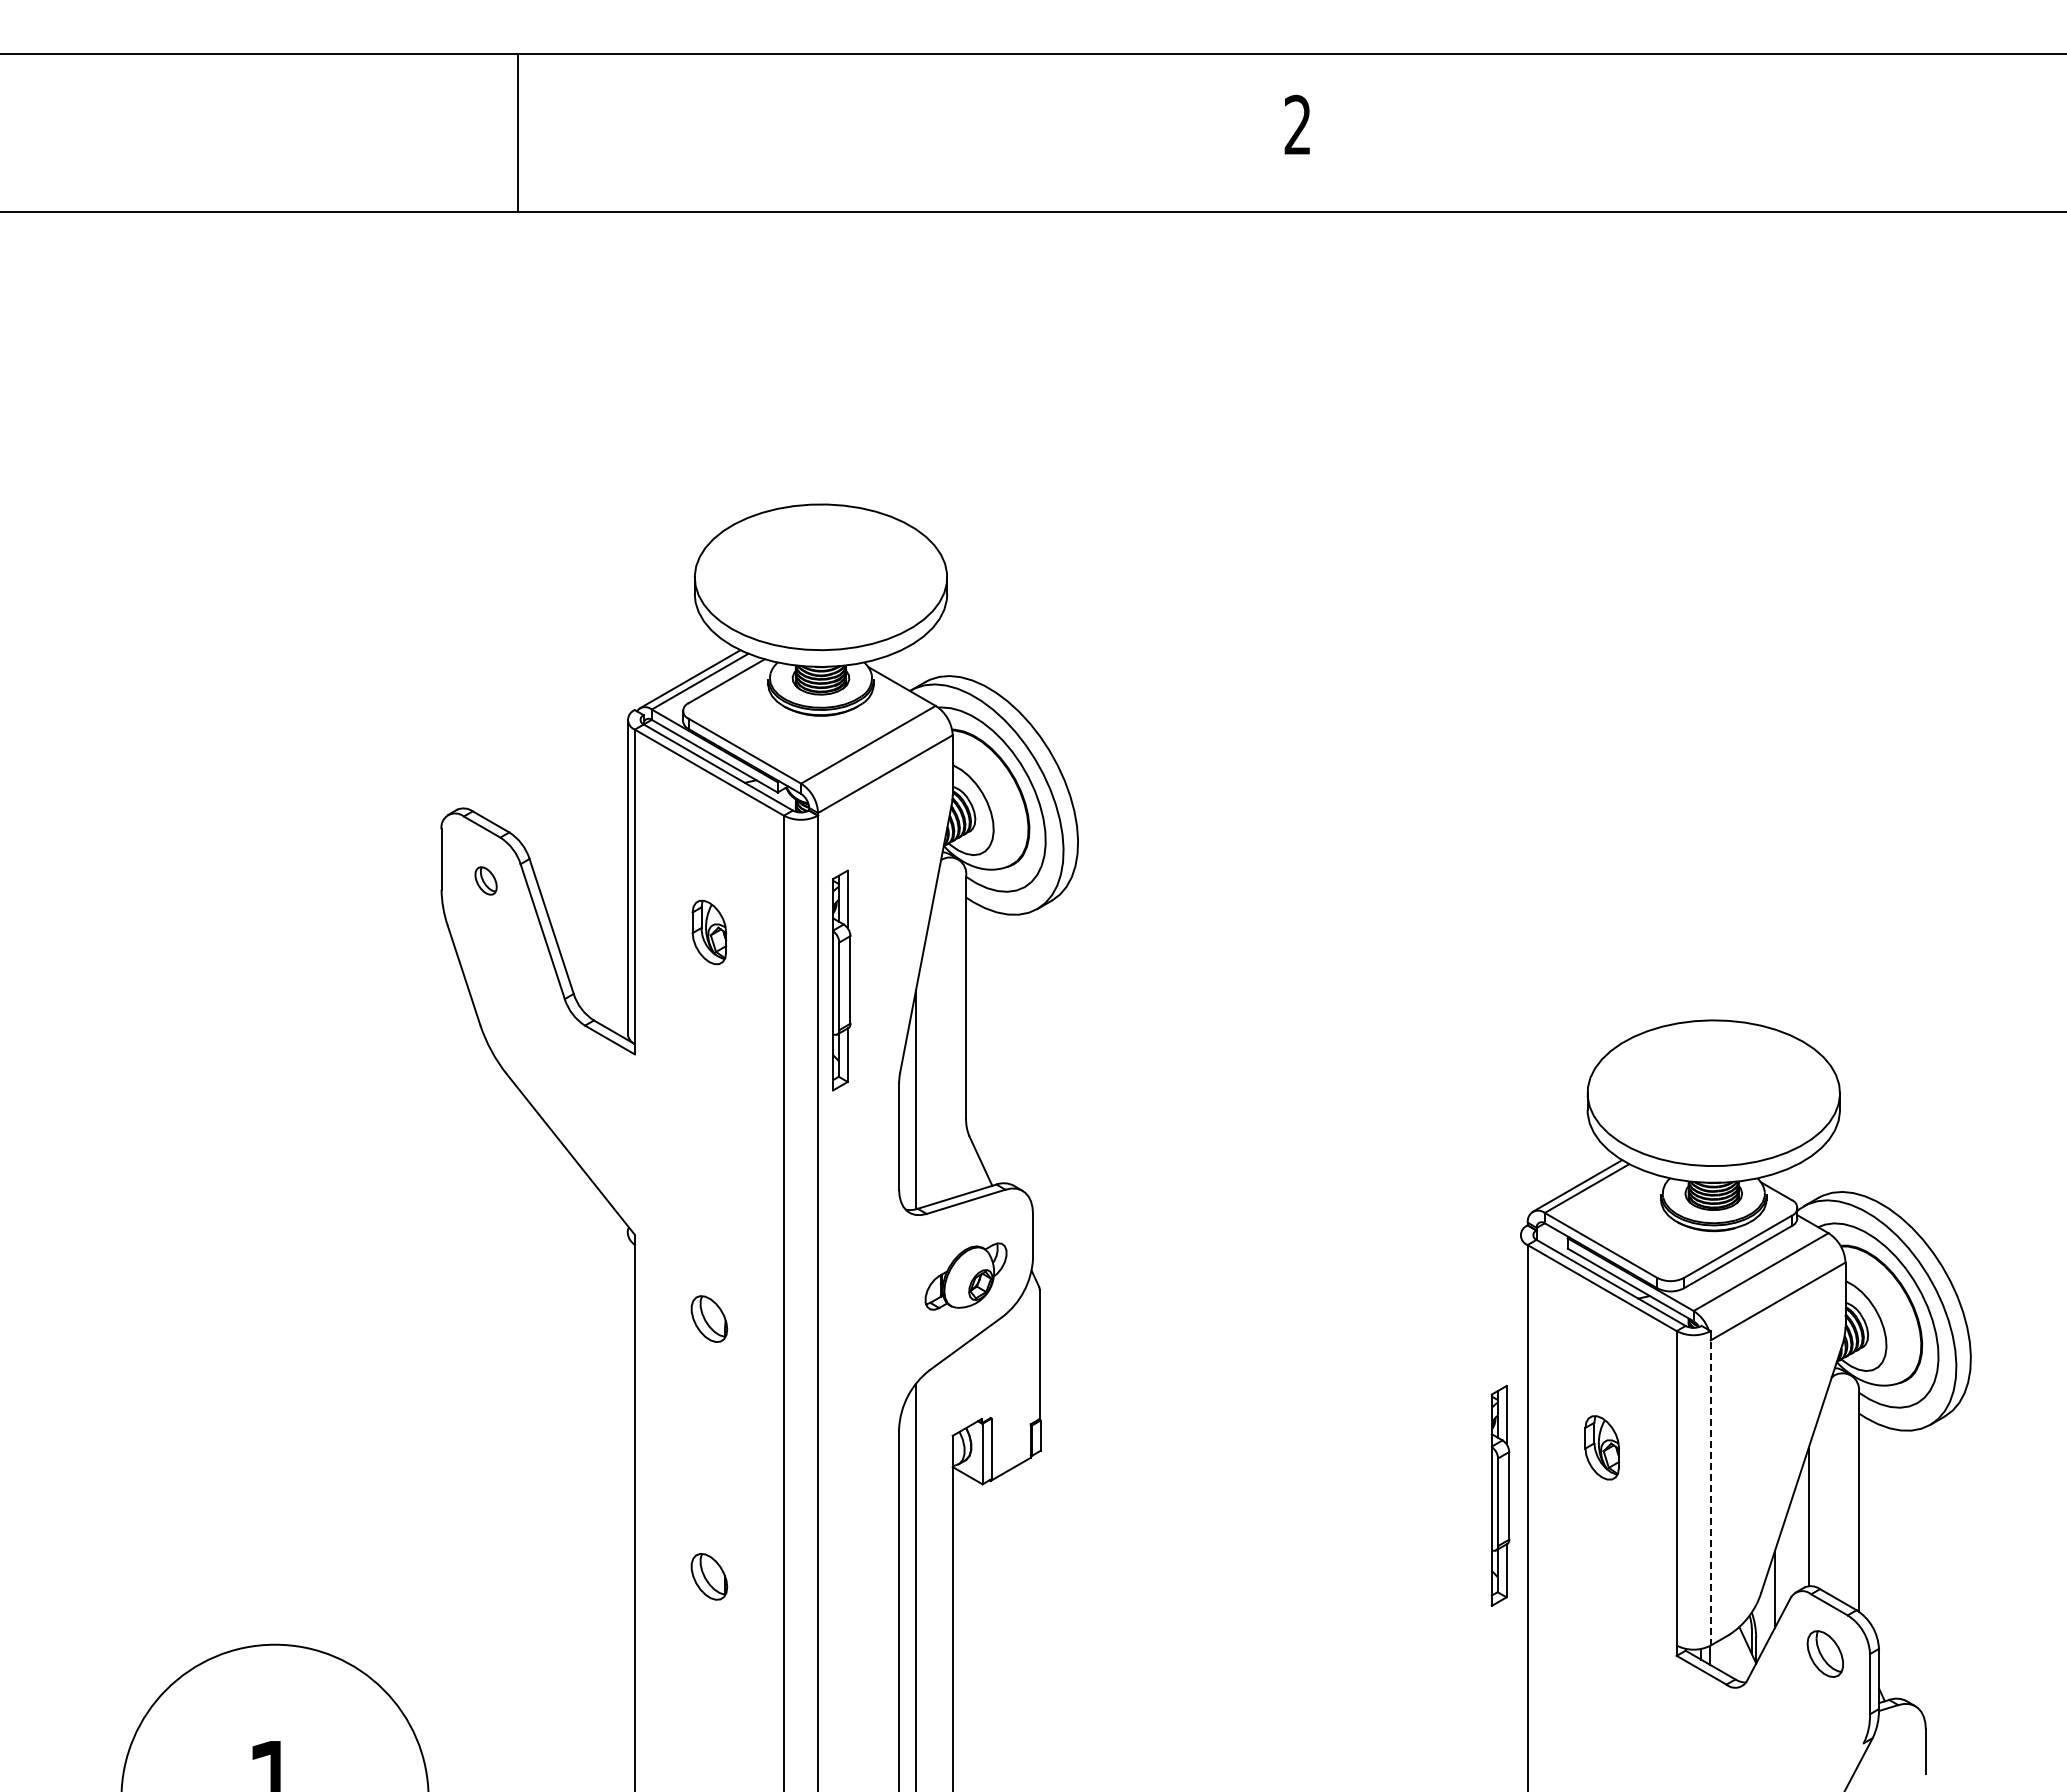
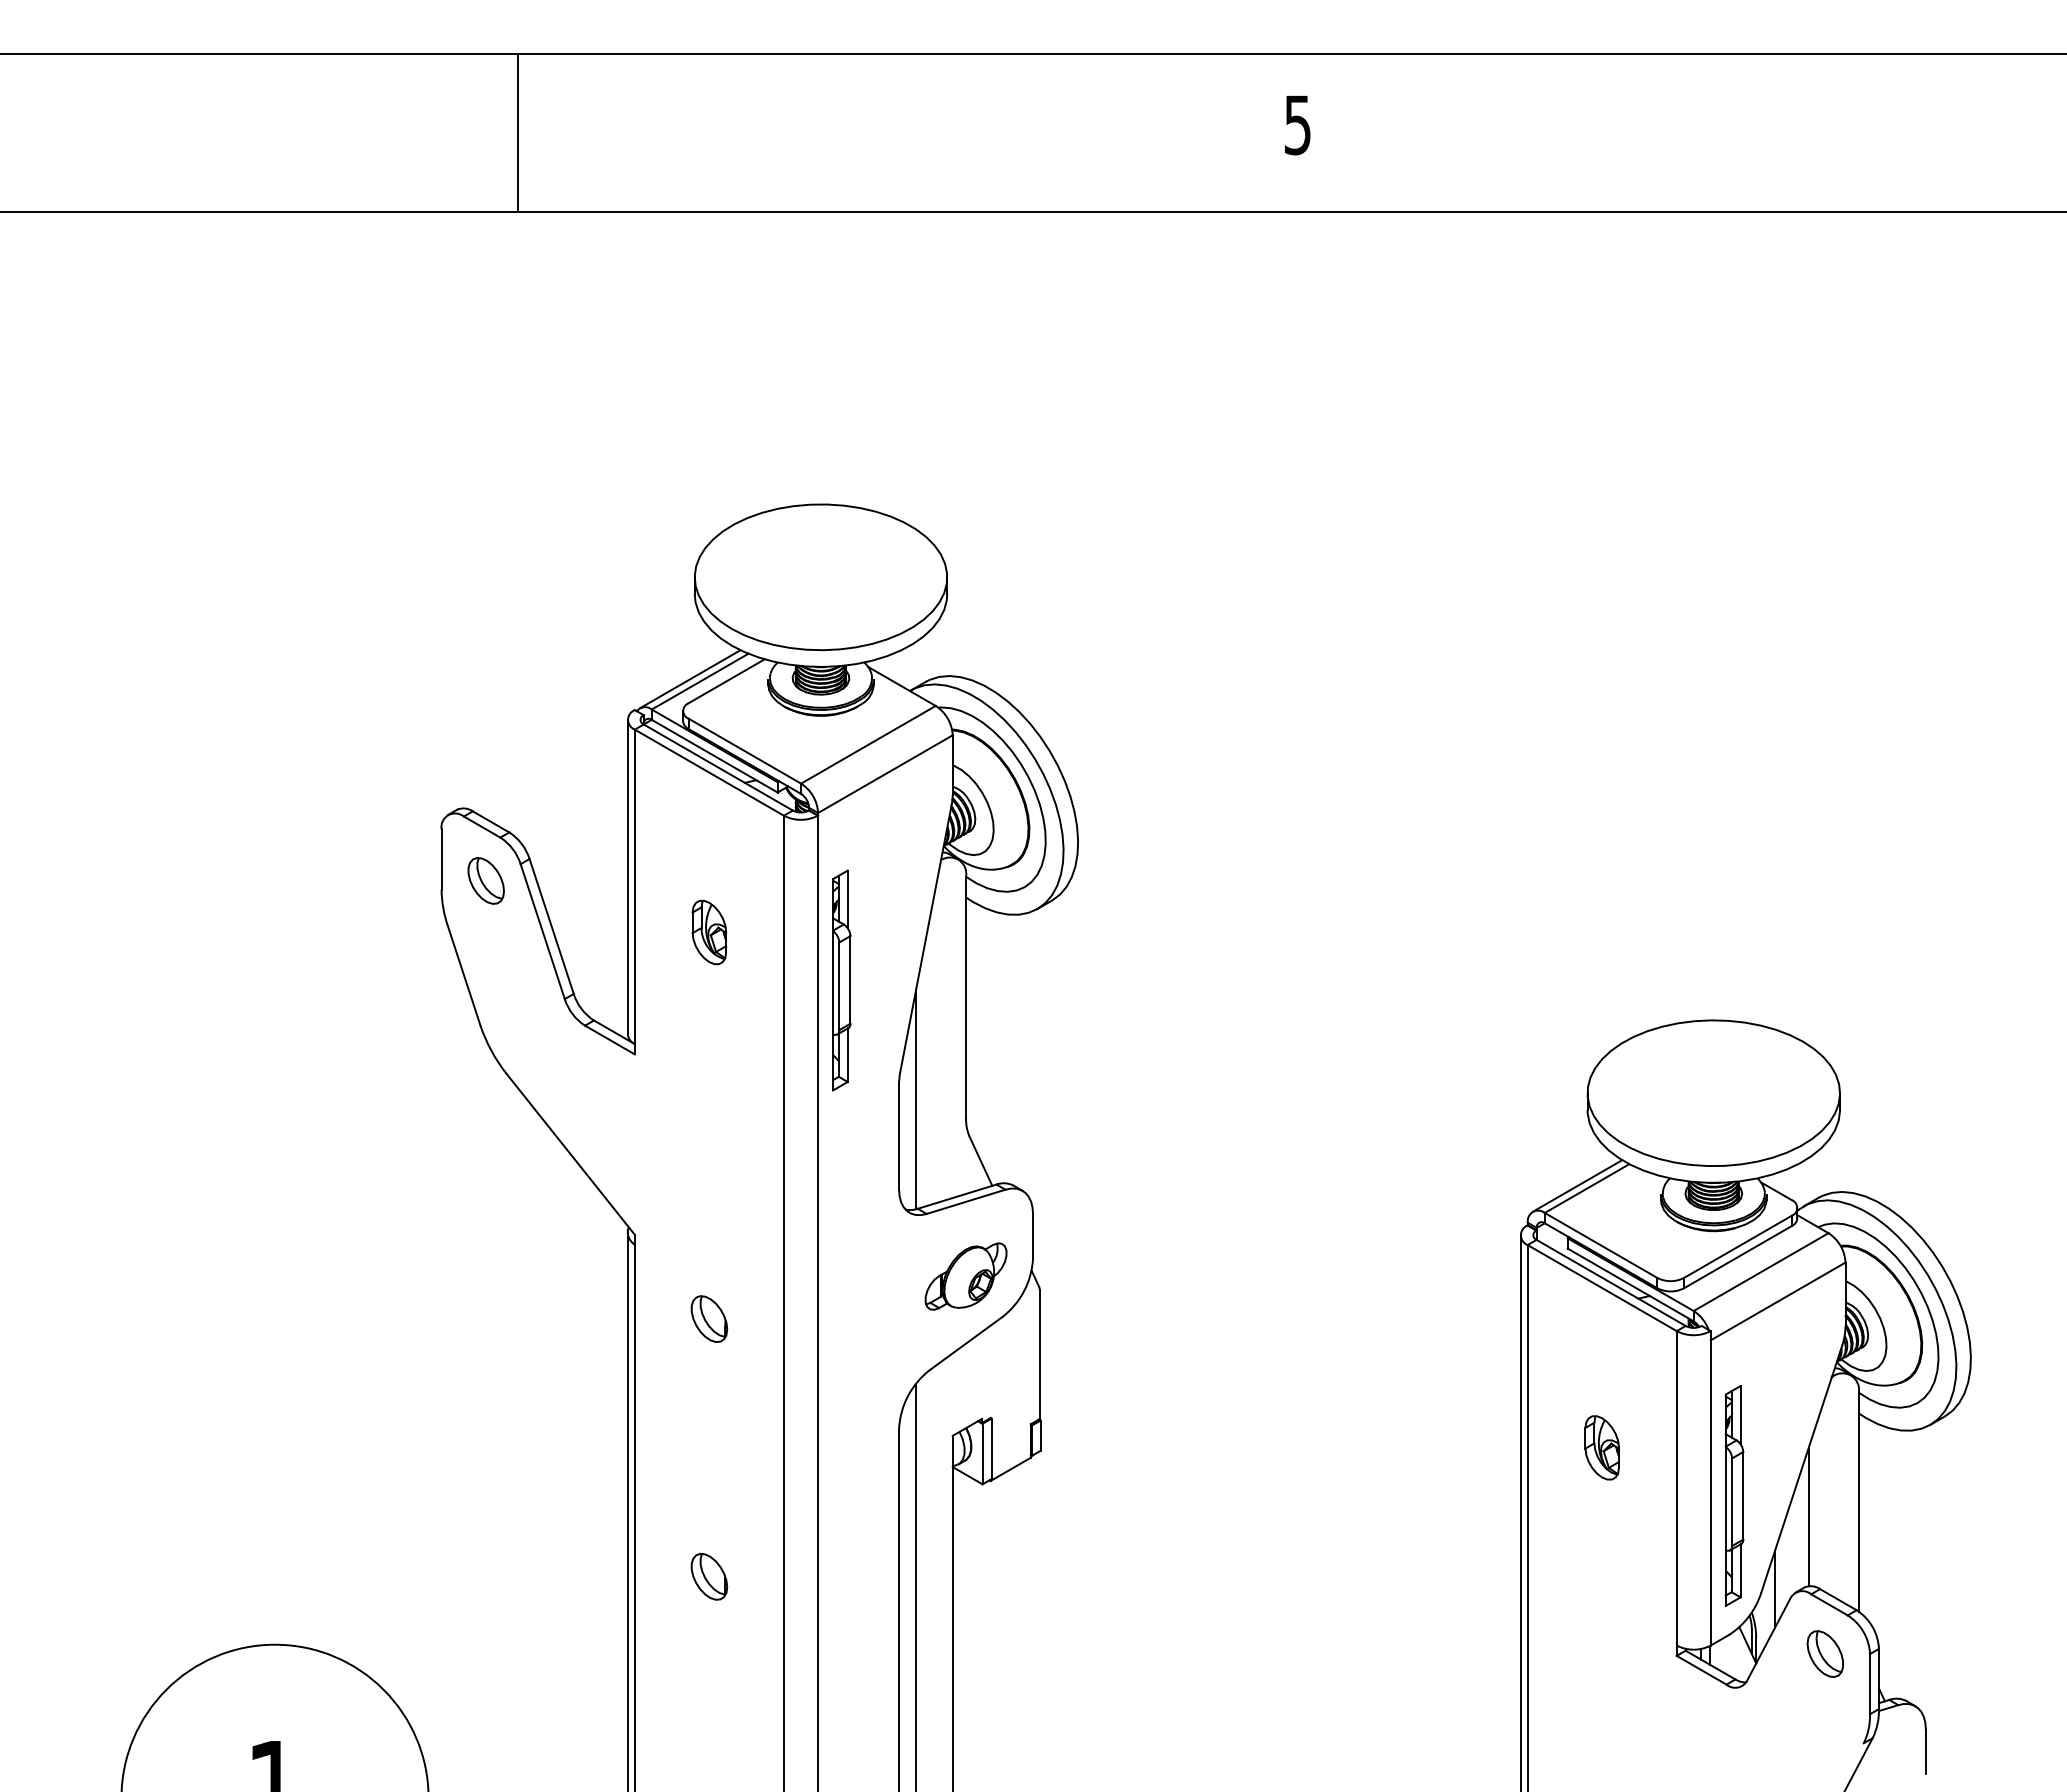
text at (1297, 124): 2 -> 5
part at (485, 880) size: 24x30 px -> 38x48 px
line at (1710, 1492): dashed -> solid
part at (1500, 1495) position: (1500, 1495) -> (1734, 1495)
line at (627, 1510): none -> present
line at (1520, 1511): none -> present
